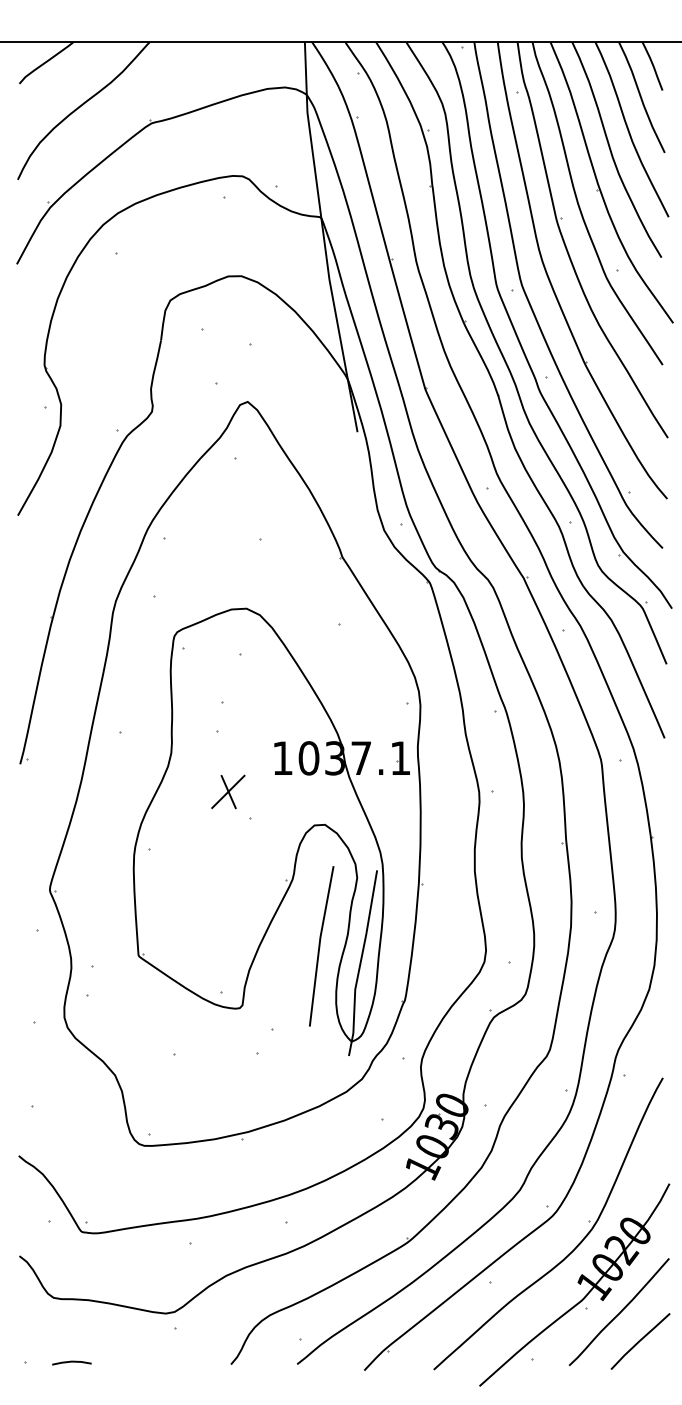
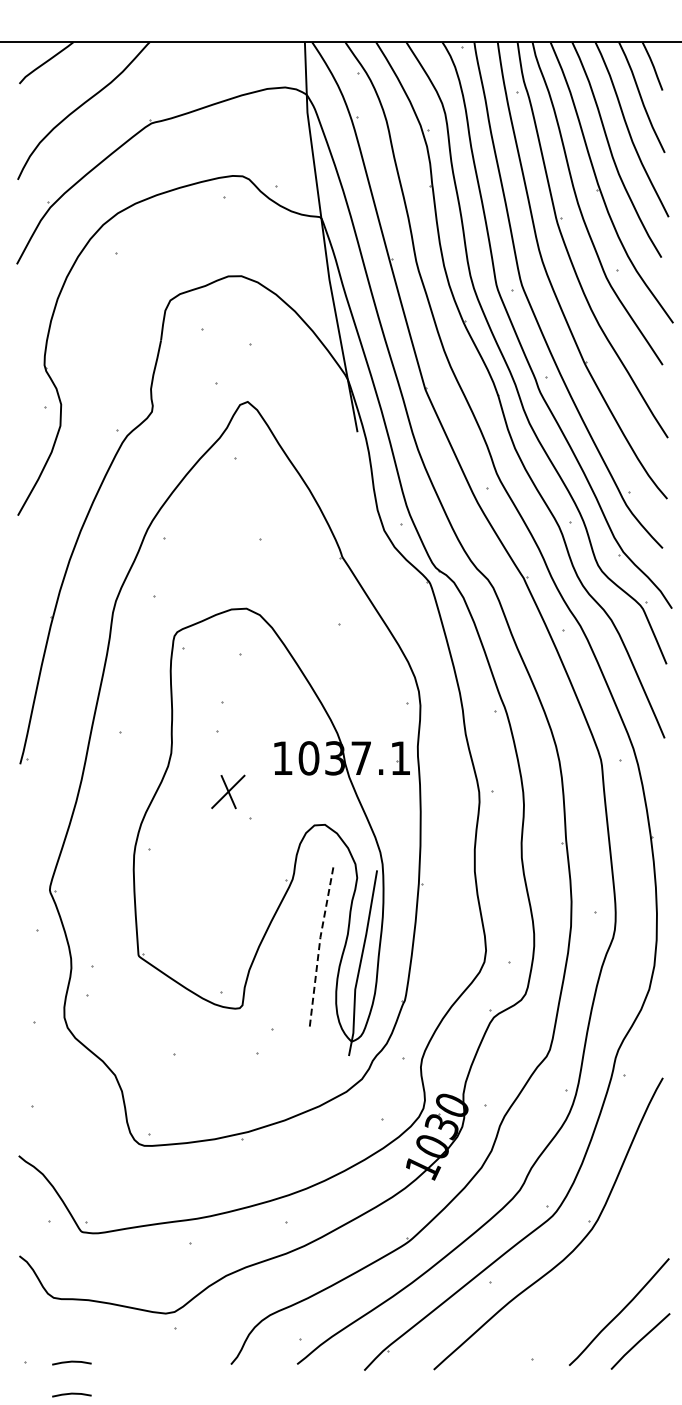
line at (319, 945): solid -> dashed
part at (574, 1284): present -> none
line at (71, 1394): none -> present
